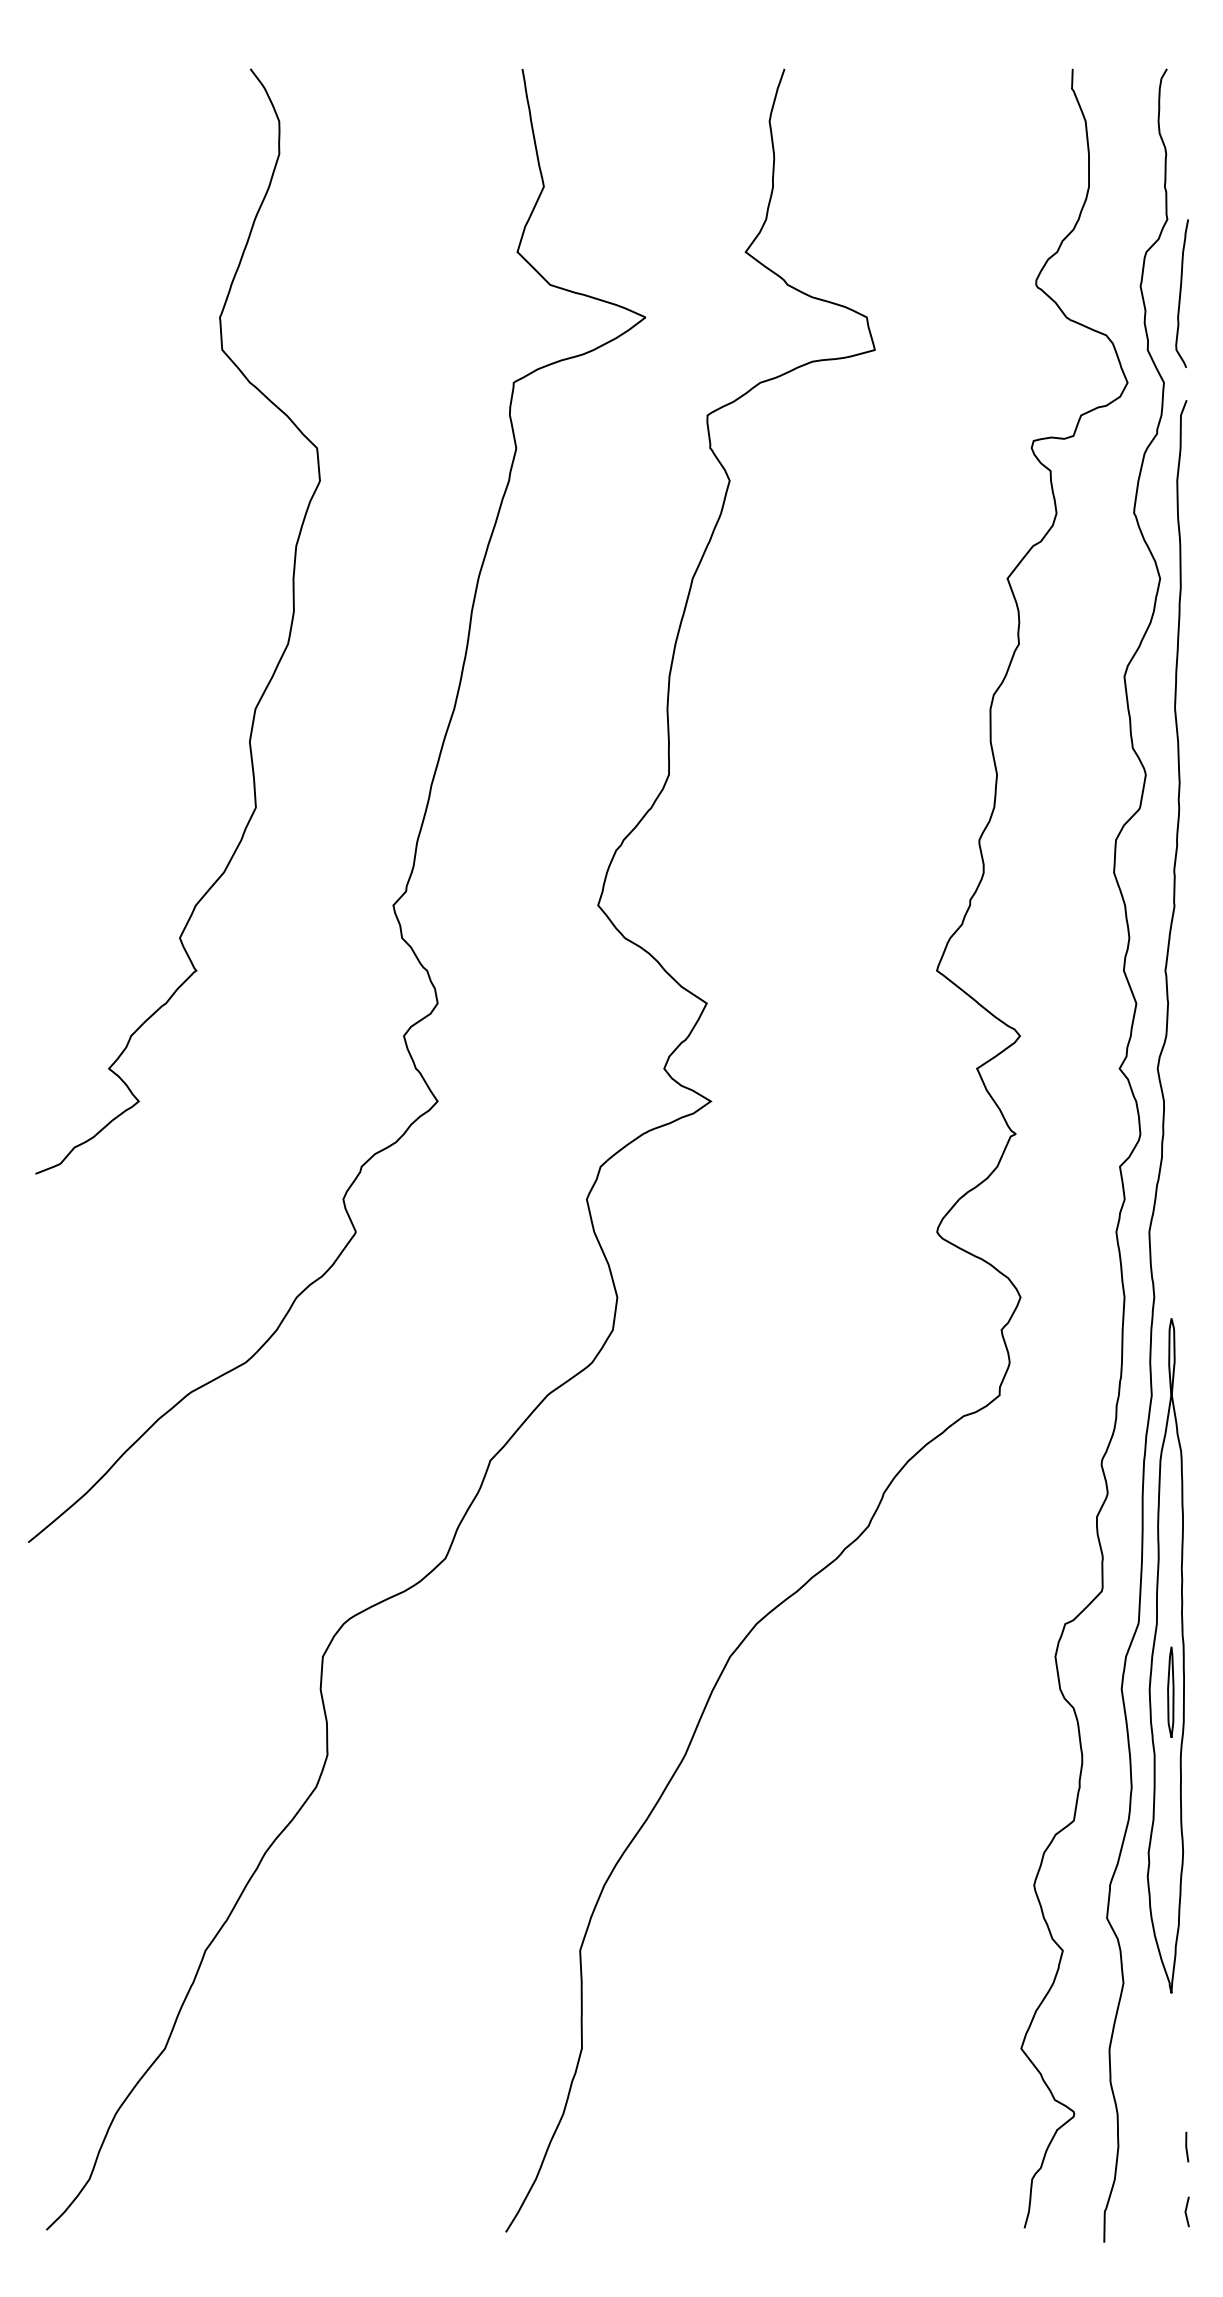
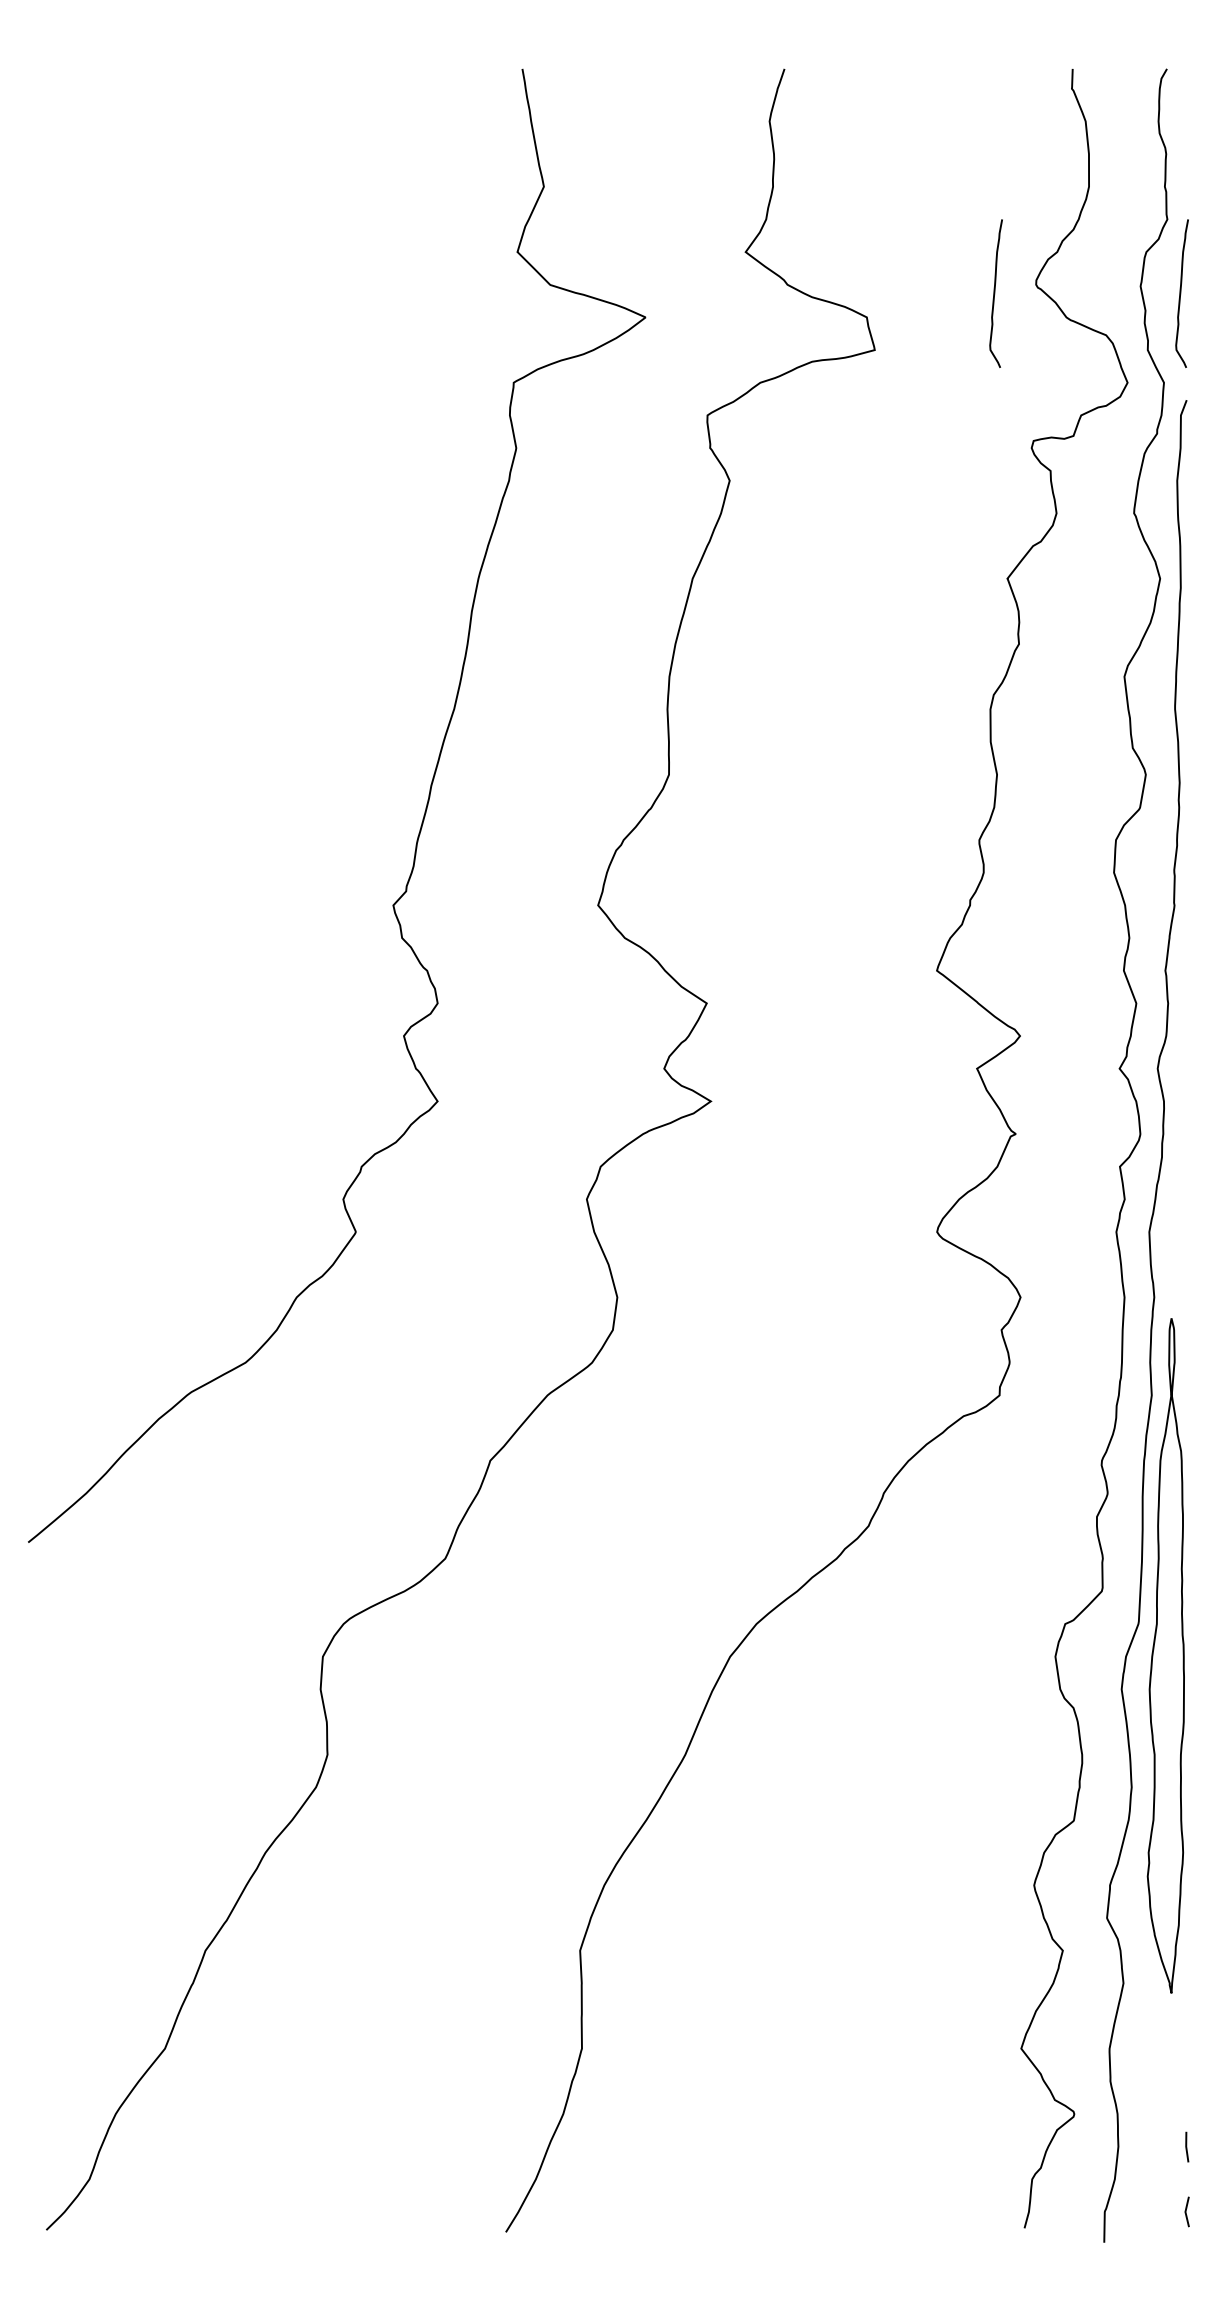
curve at (995, 293): none -> present
curve at (274, 669): present -> none
part at (1170, 1691): present -> none
